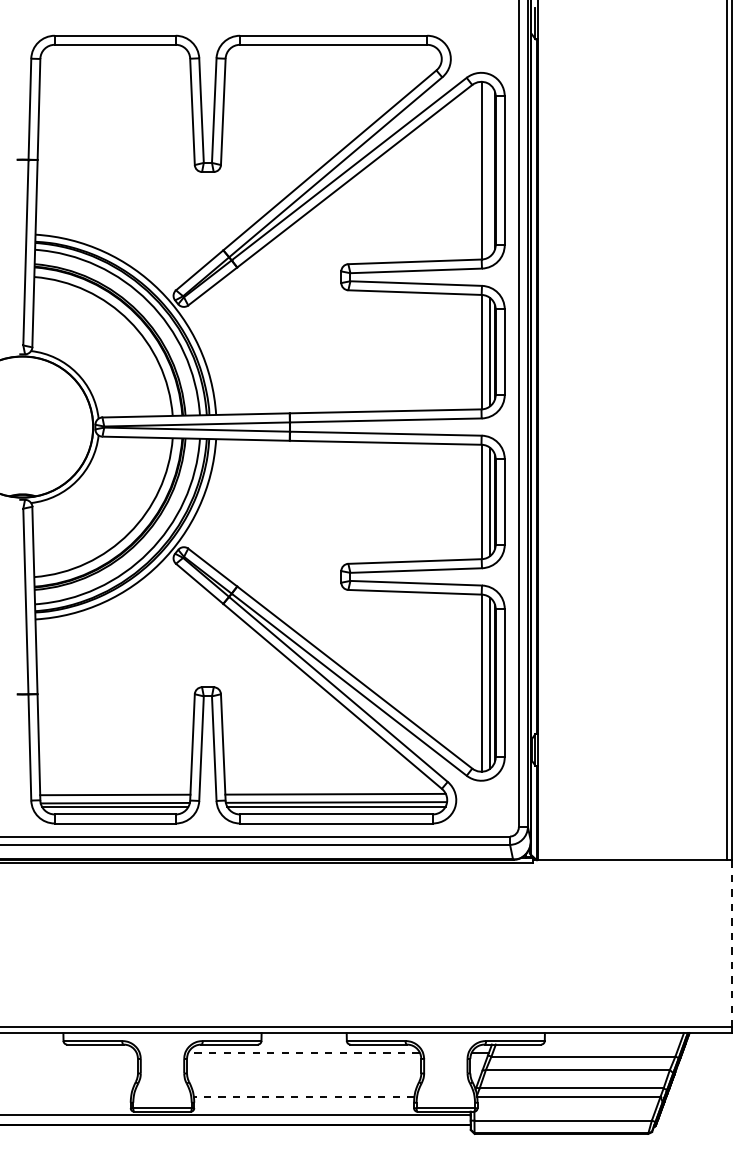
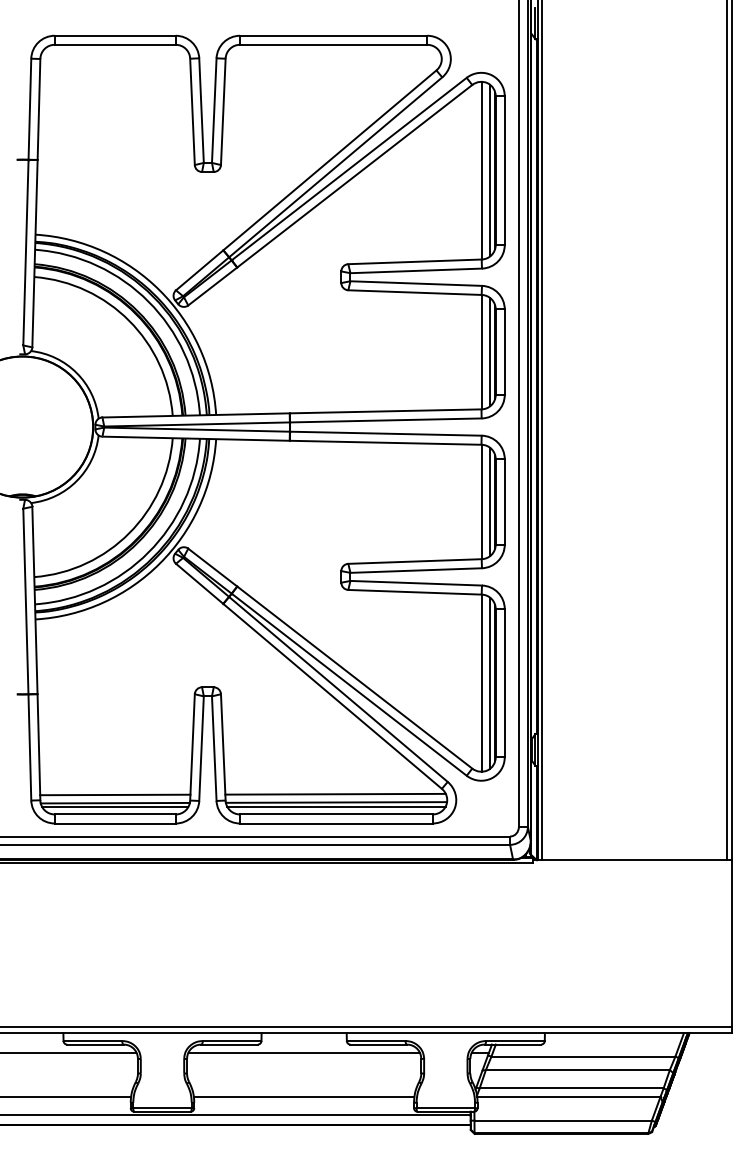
line at (490, 170): none -> present
line at (542, 431): none -> present
line at (732, 943): dashed -> solid
line at (69, 1052): none -> present
line at (303, 1052): dashed -> solid
line at (66, 1097): none -> present
line at (303, 1097): dashed -> solid
